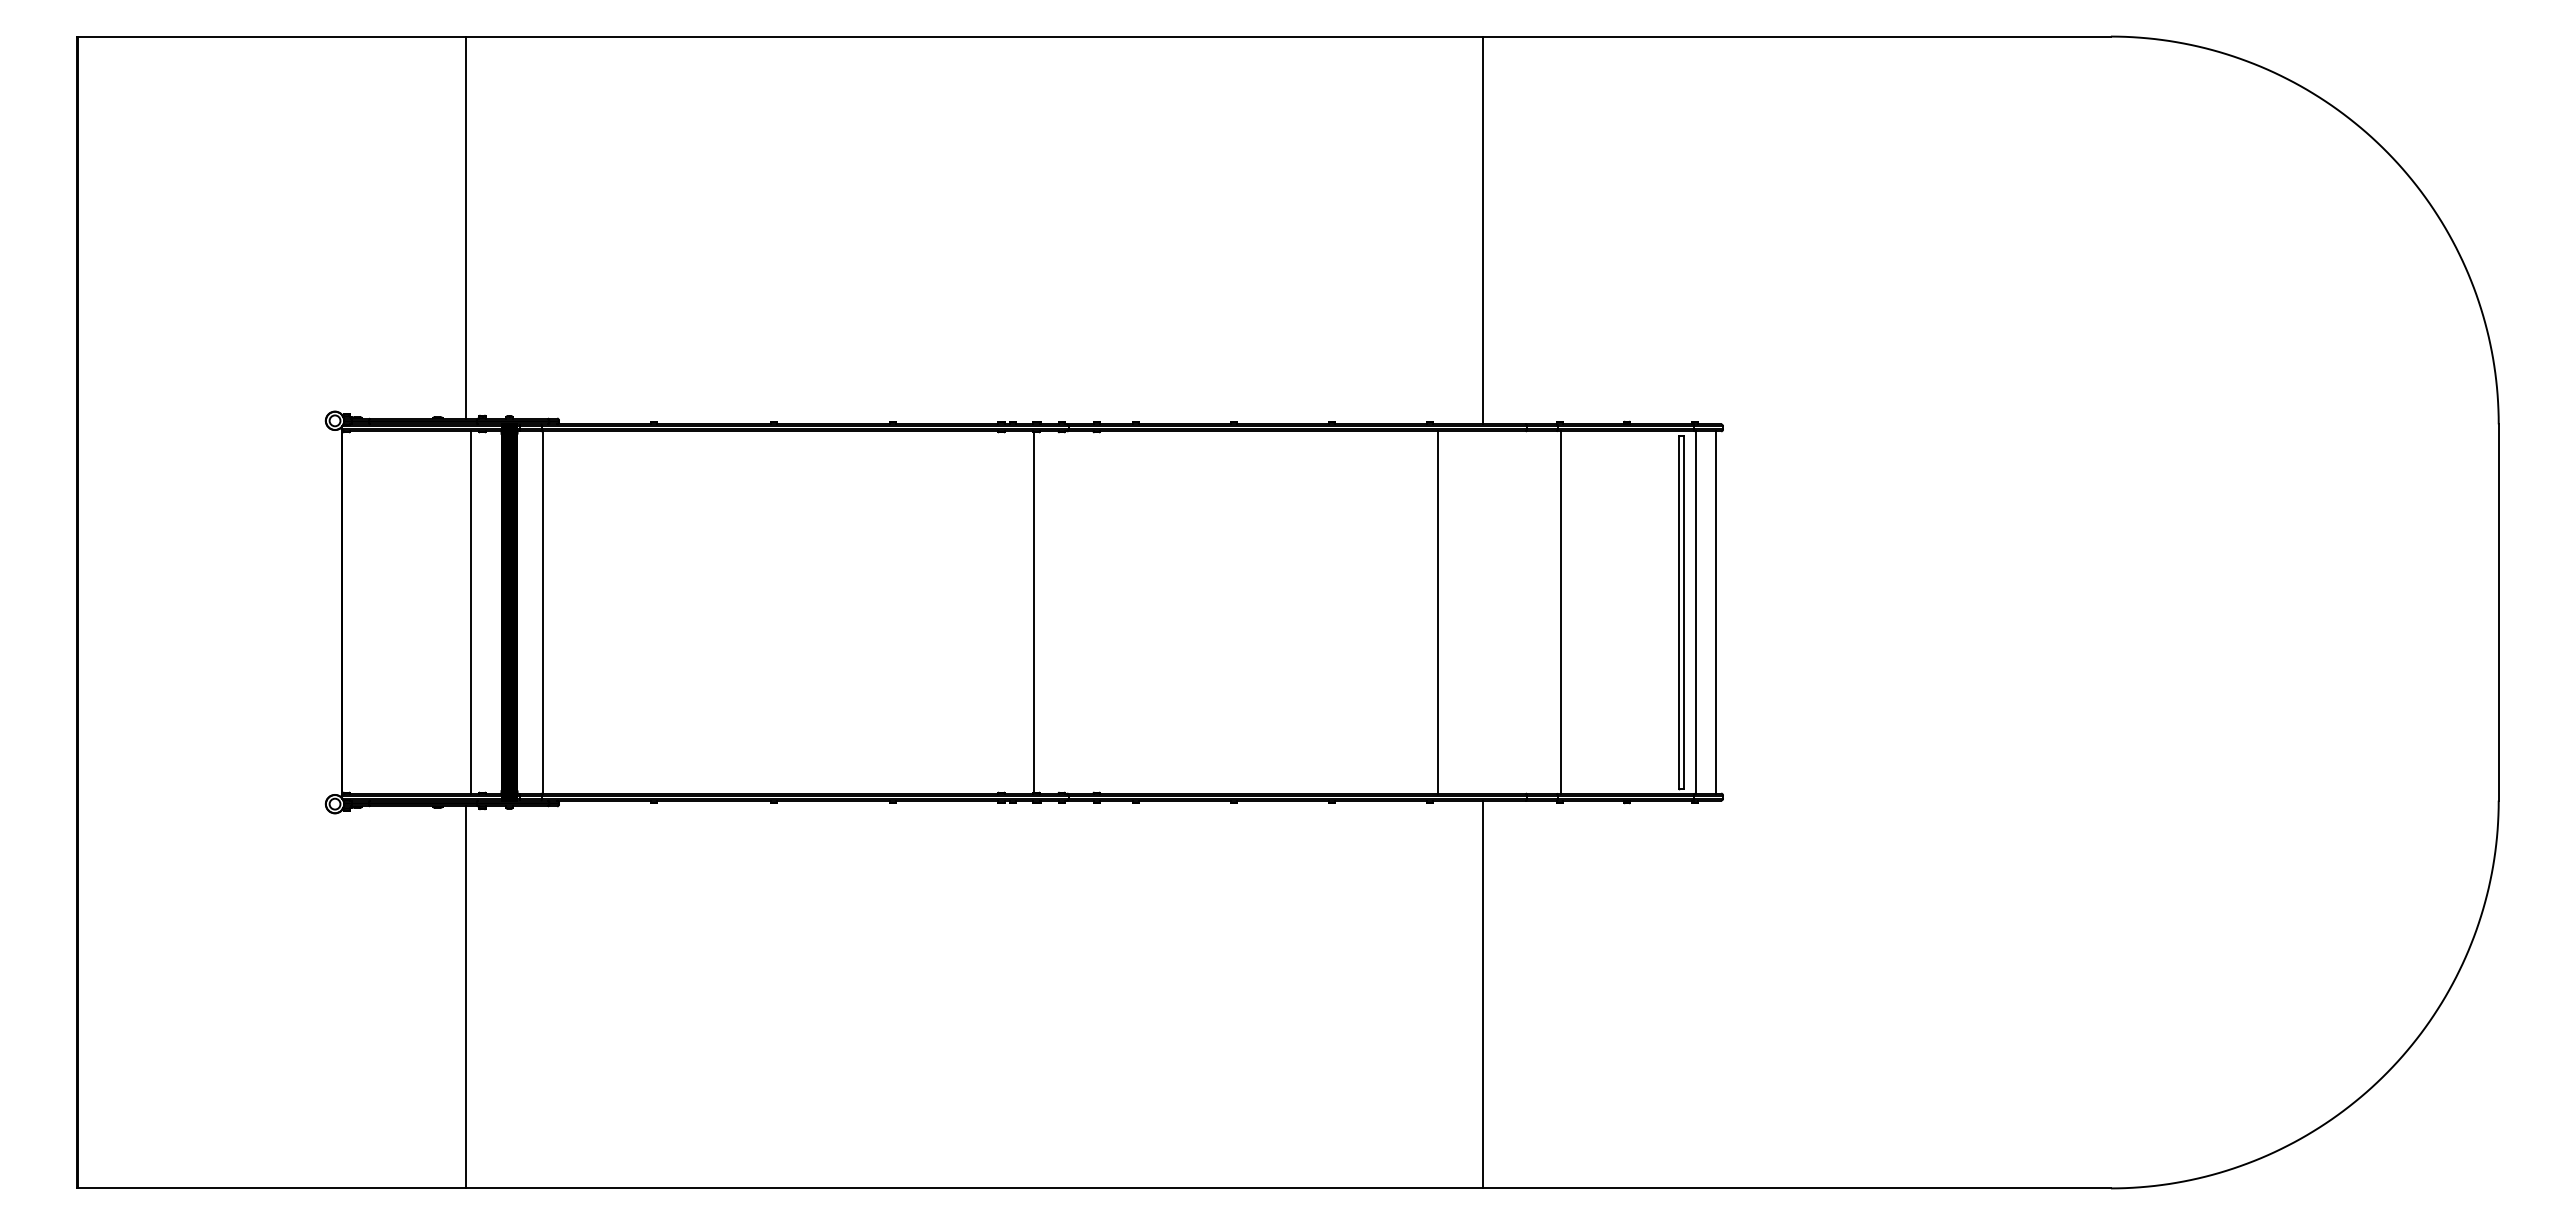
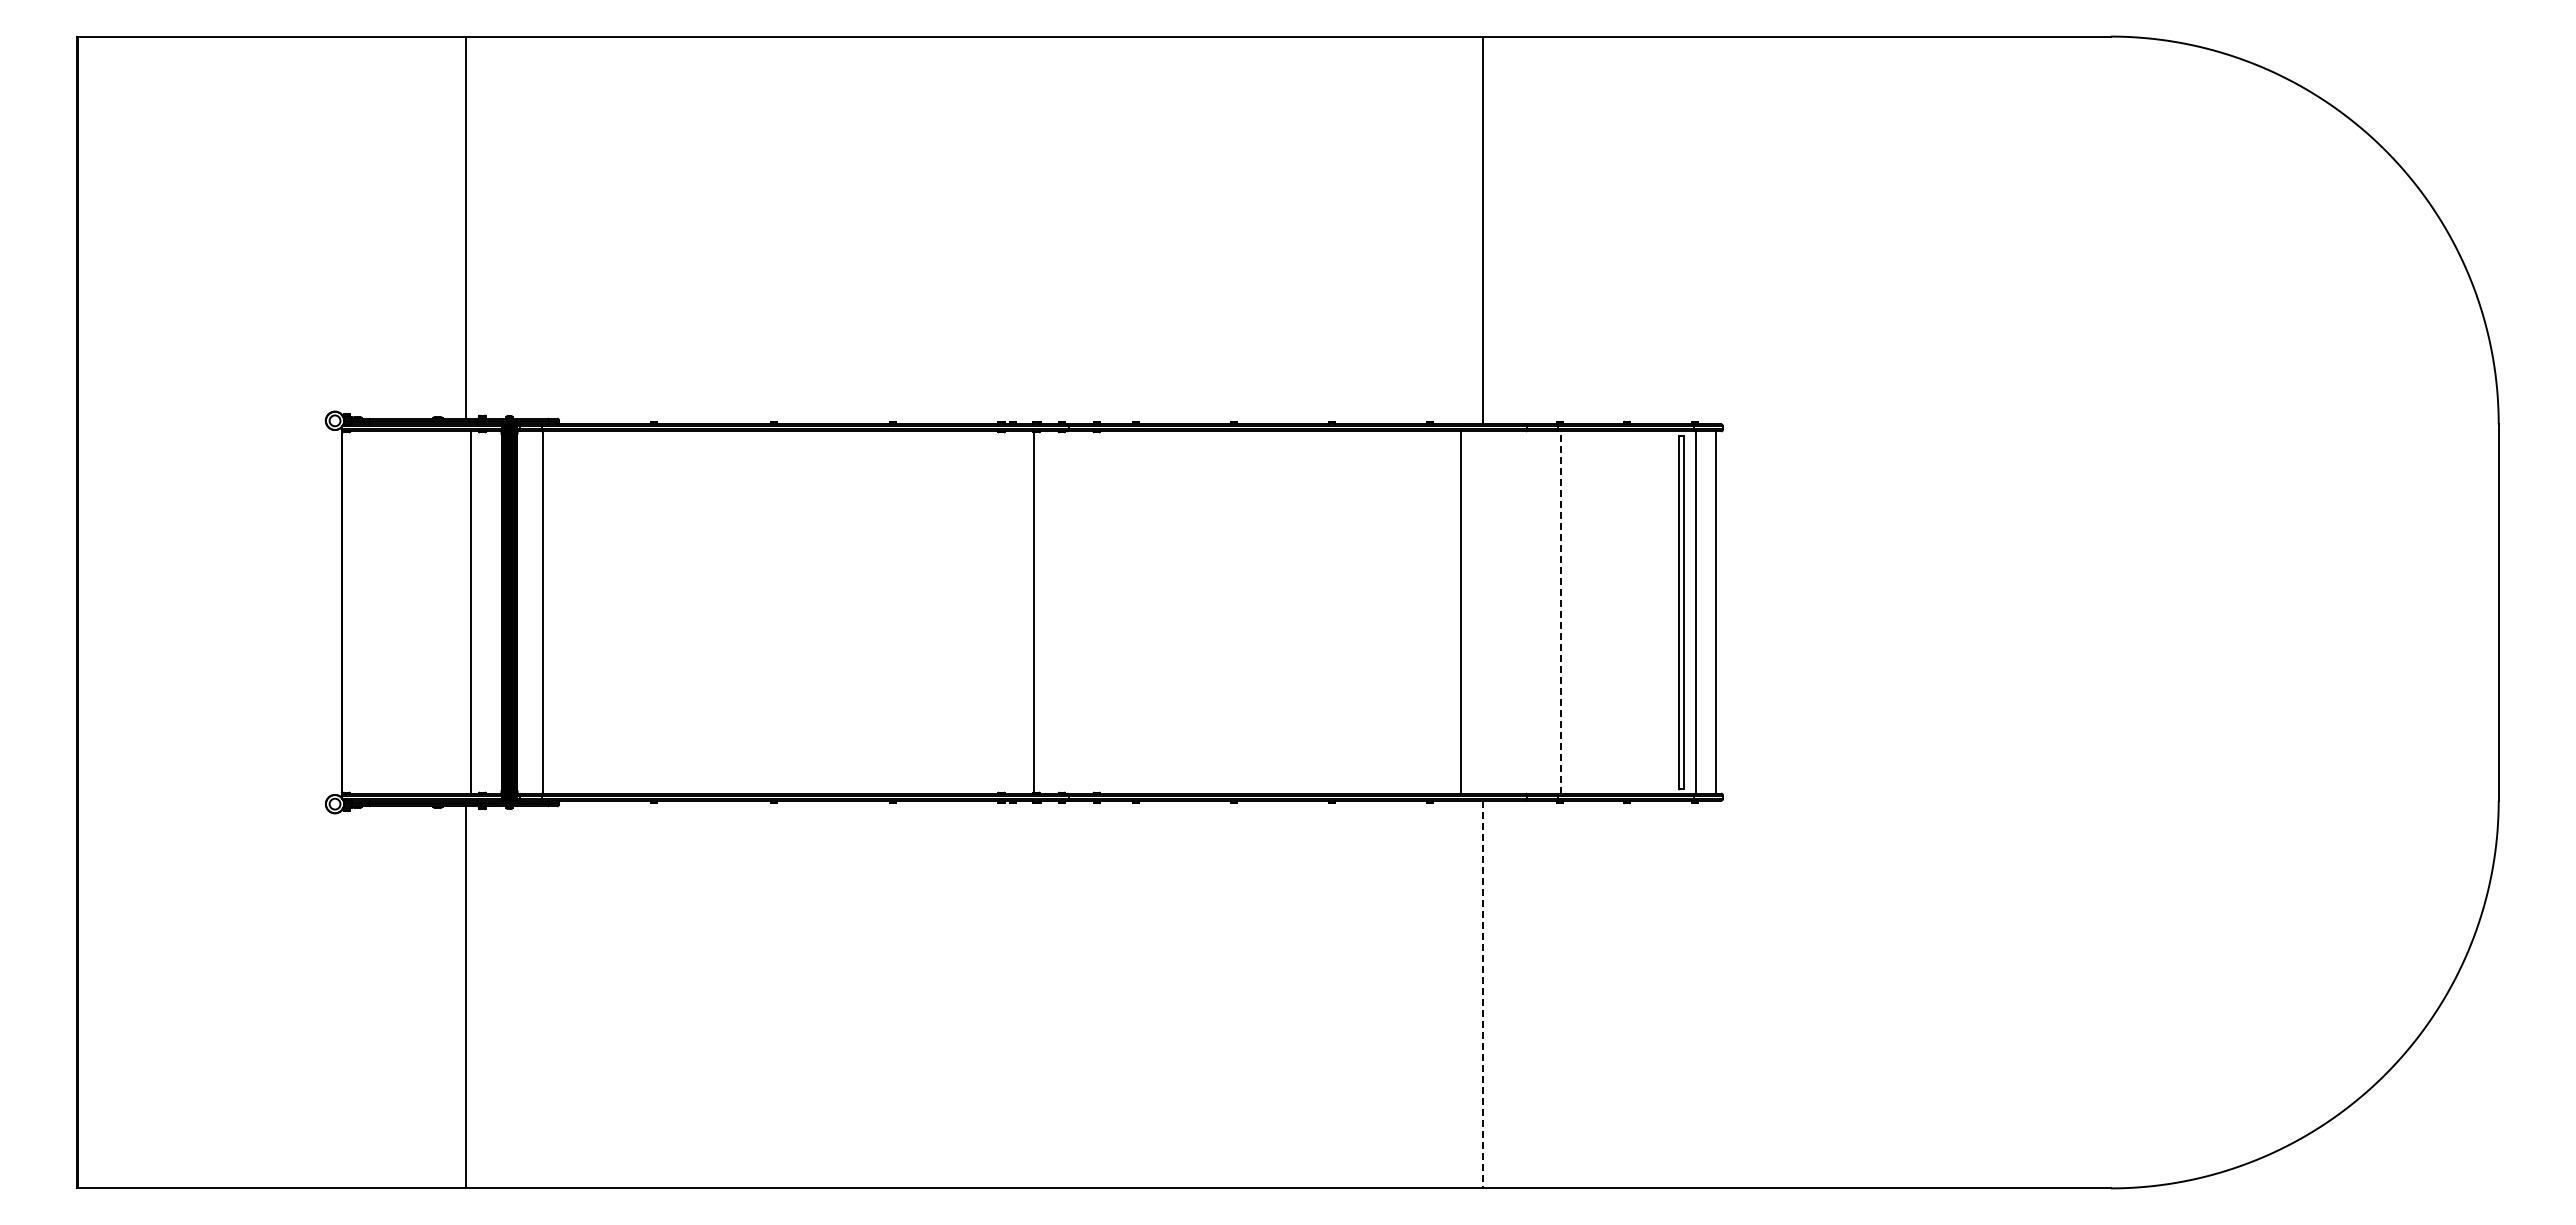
line at (1438, 612) position: (1438, 612) -> (1461, 612)
line at (1560, 612): solid -> dashed
line at (1482, 994): solid -> dashed
